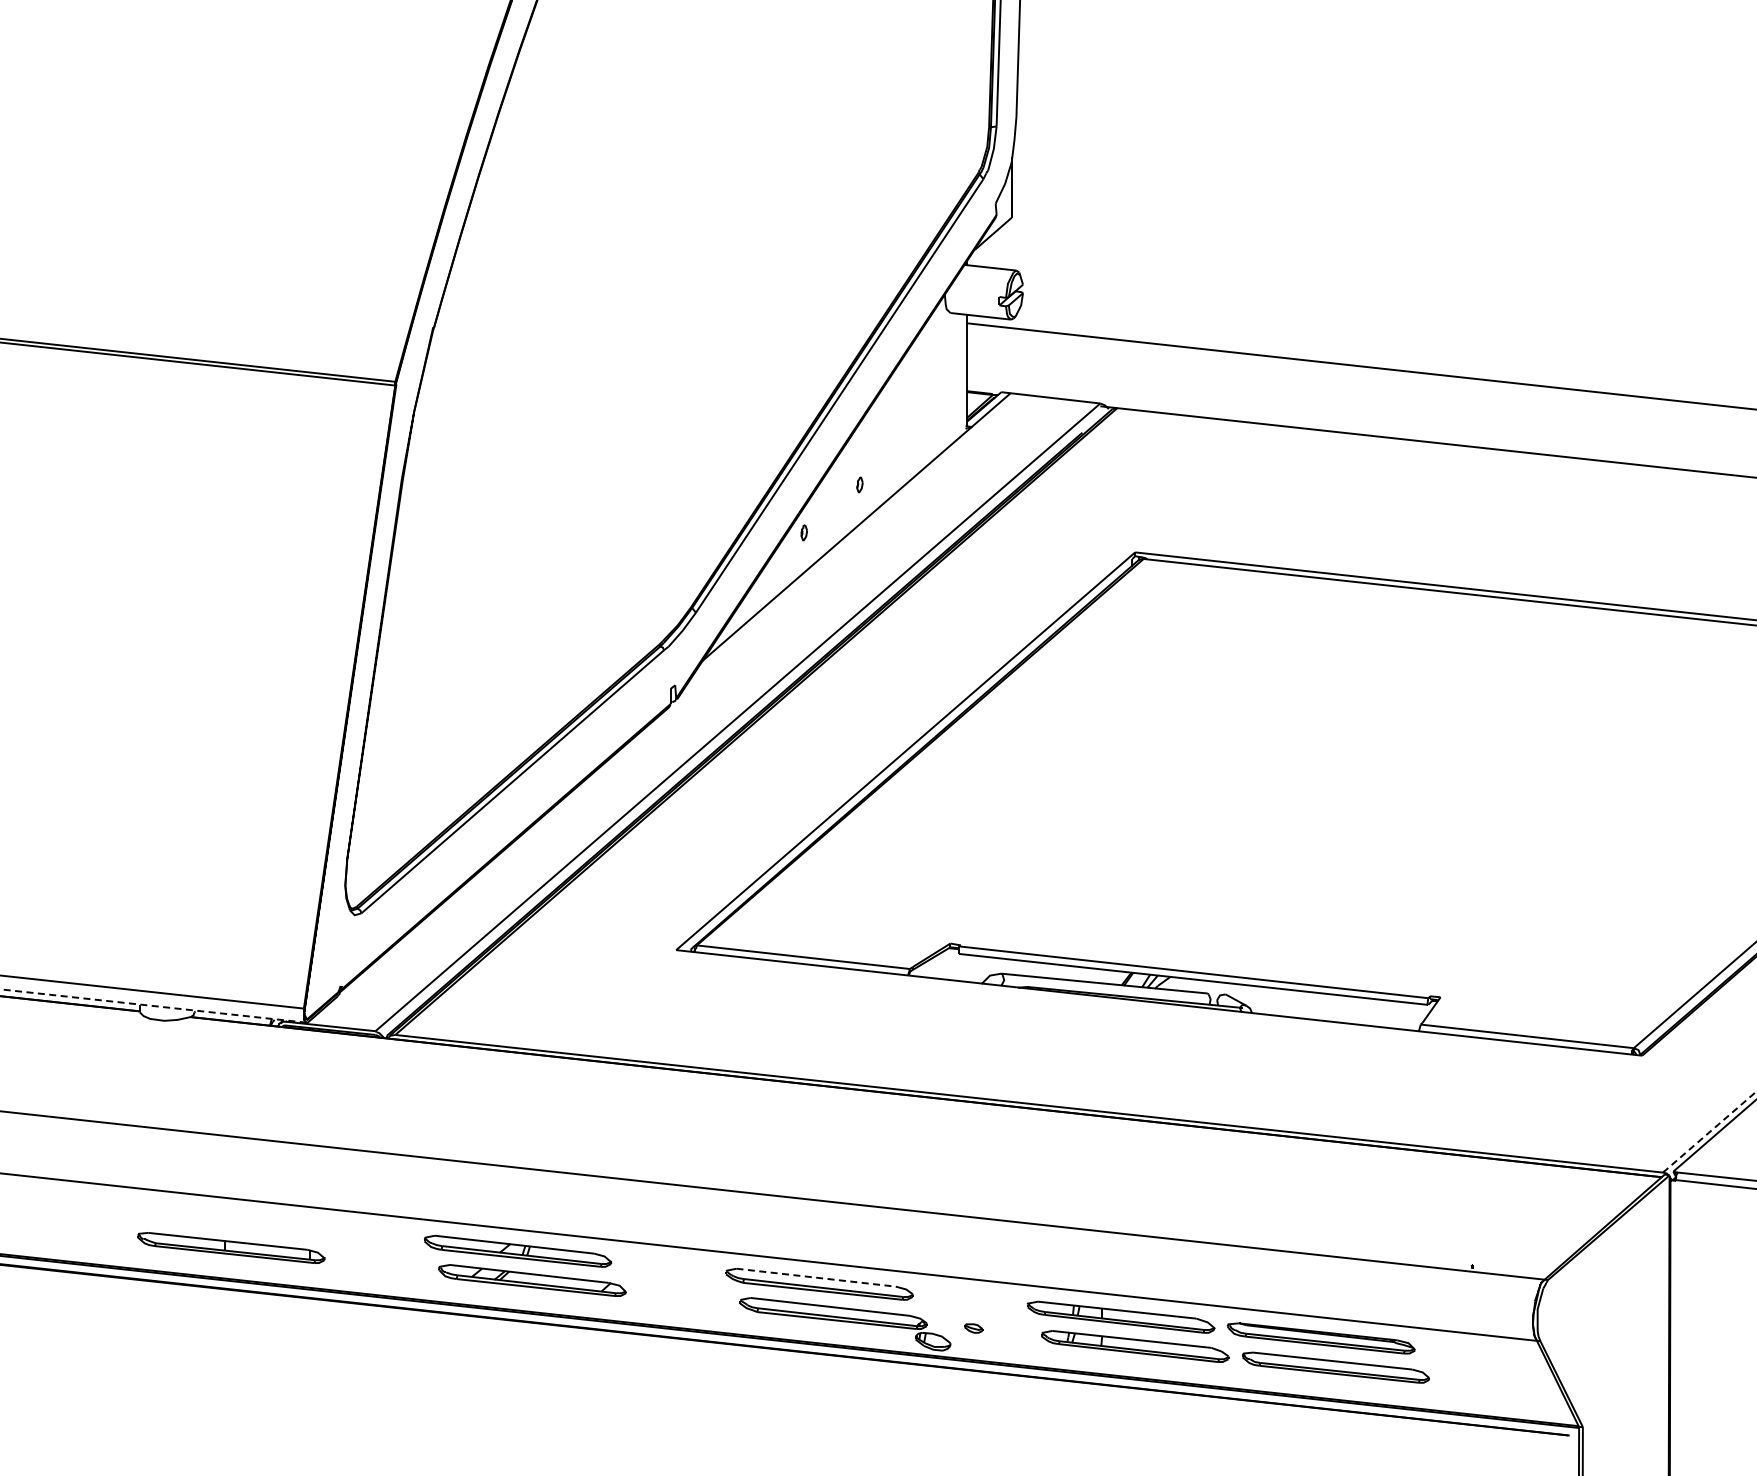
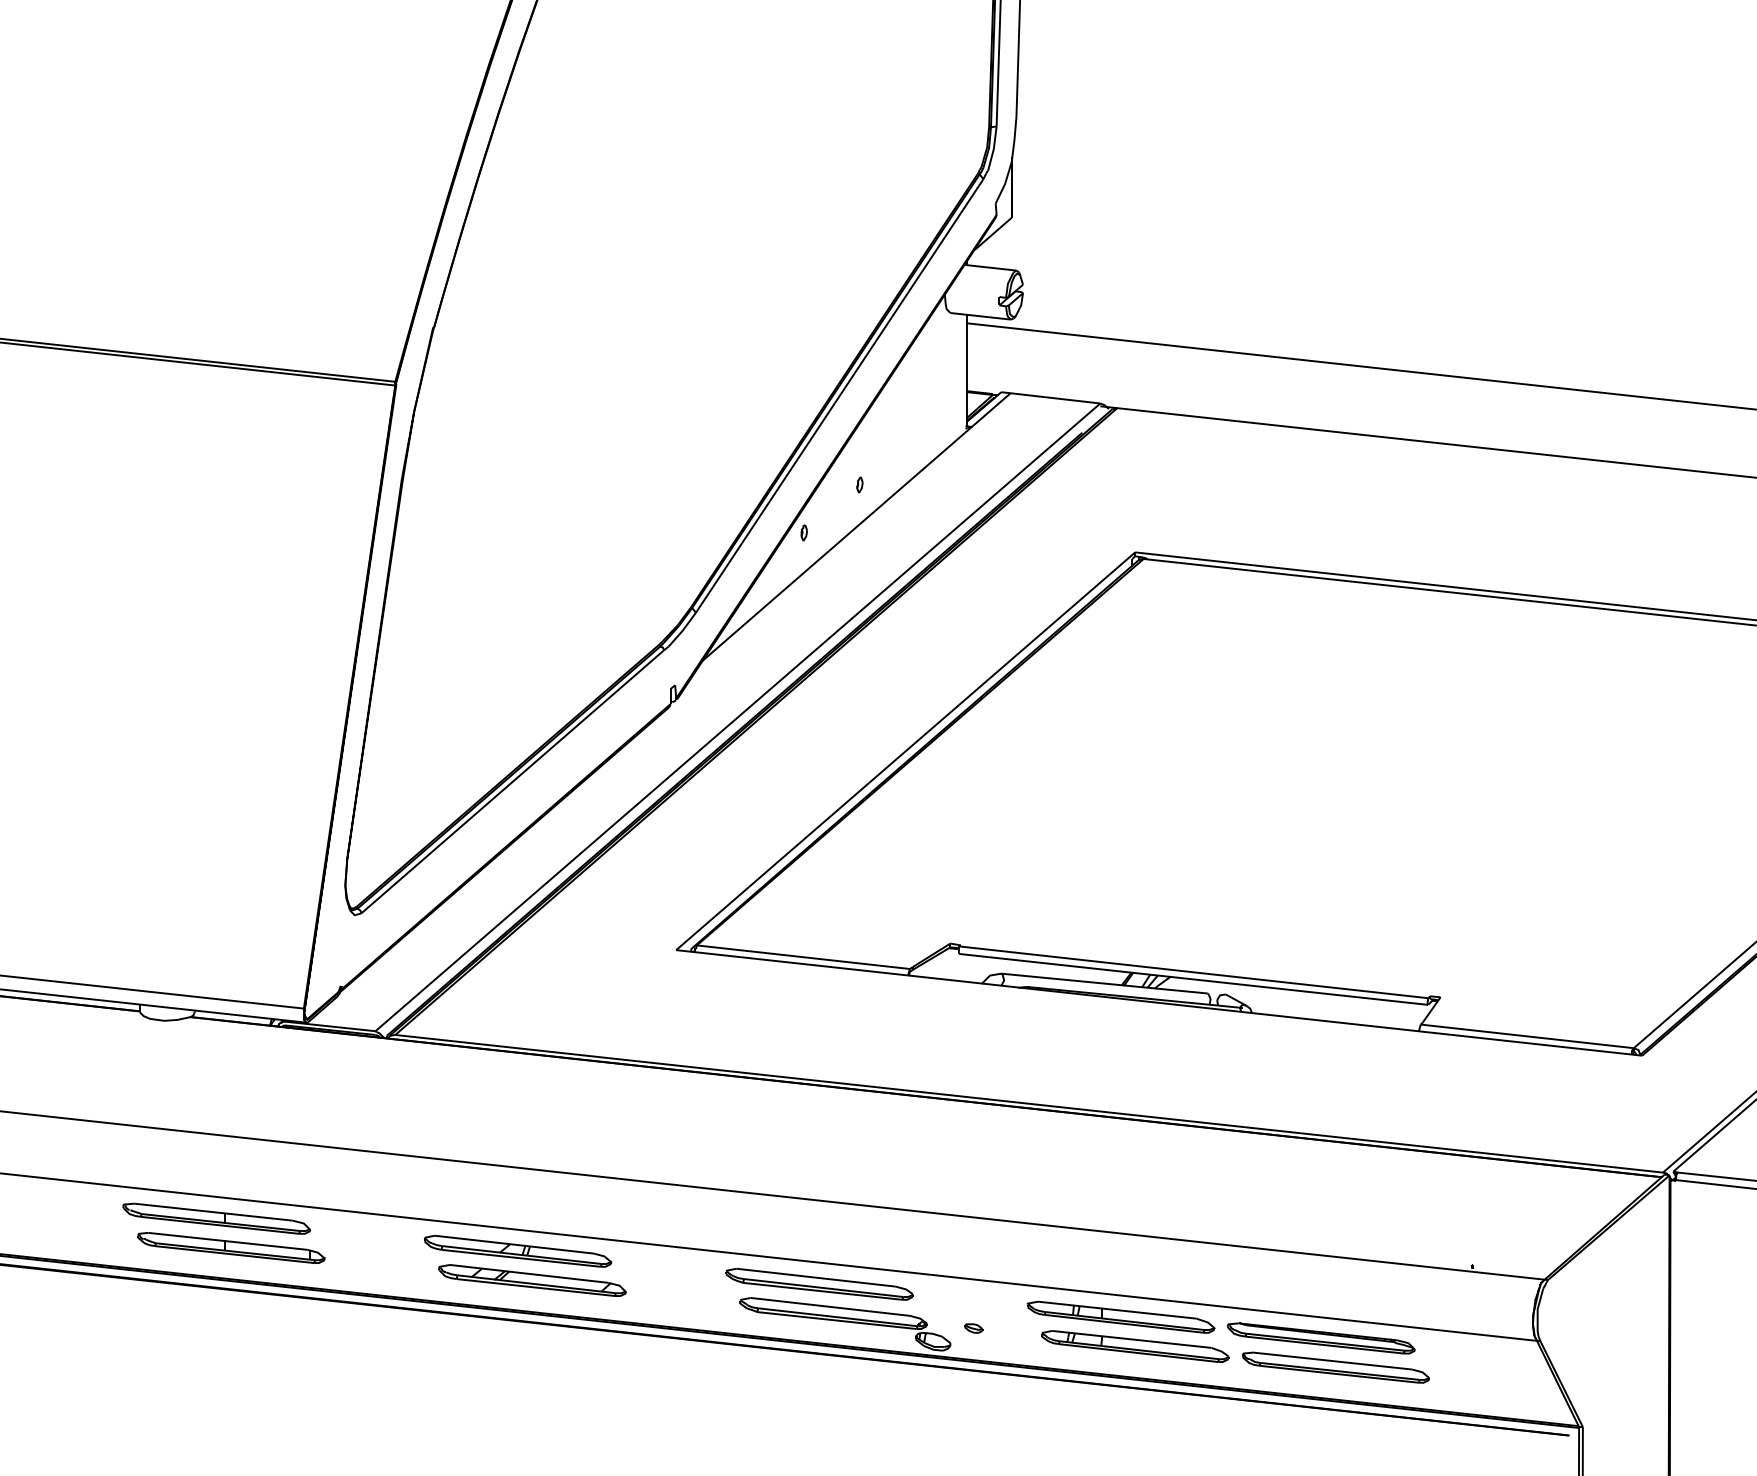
line at (153, 1006): dashed -> solid
line at (1709, 1131): dashed -> solid
part at (216, 1218): none -> present
line at (816, 1277): dashed -> solid
